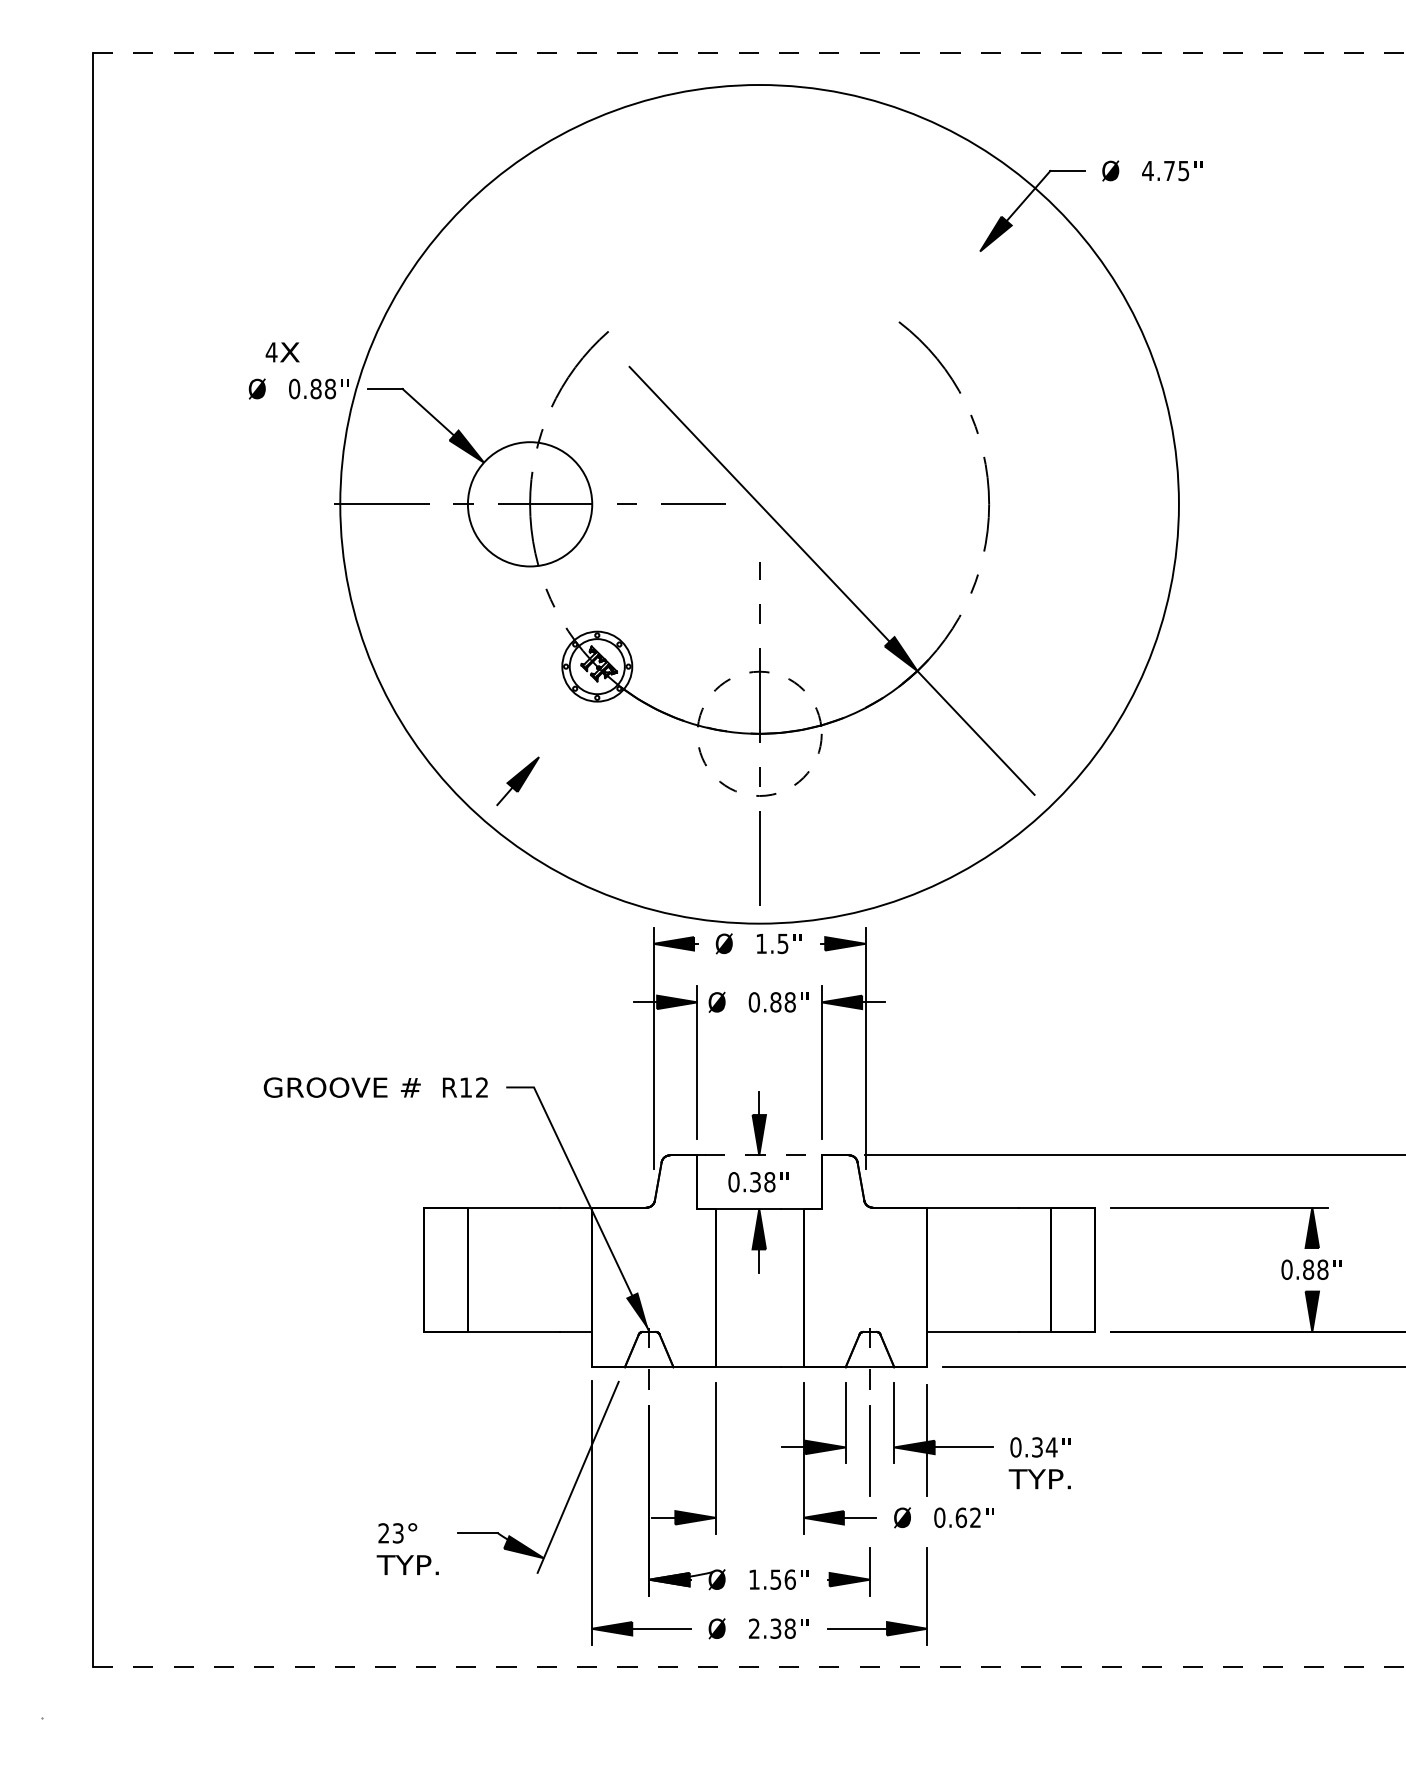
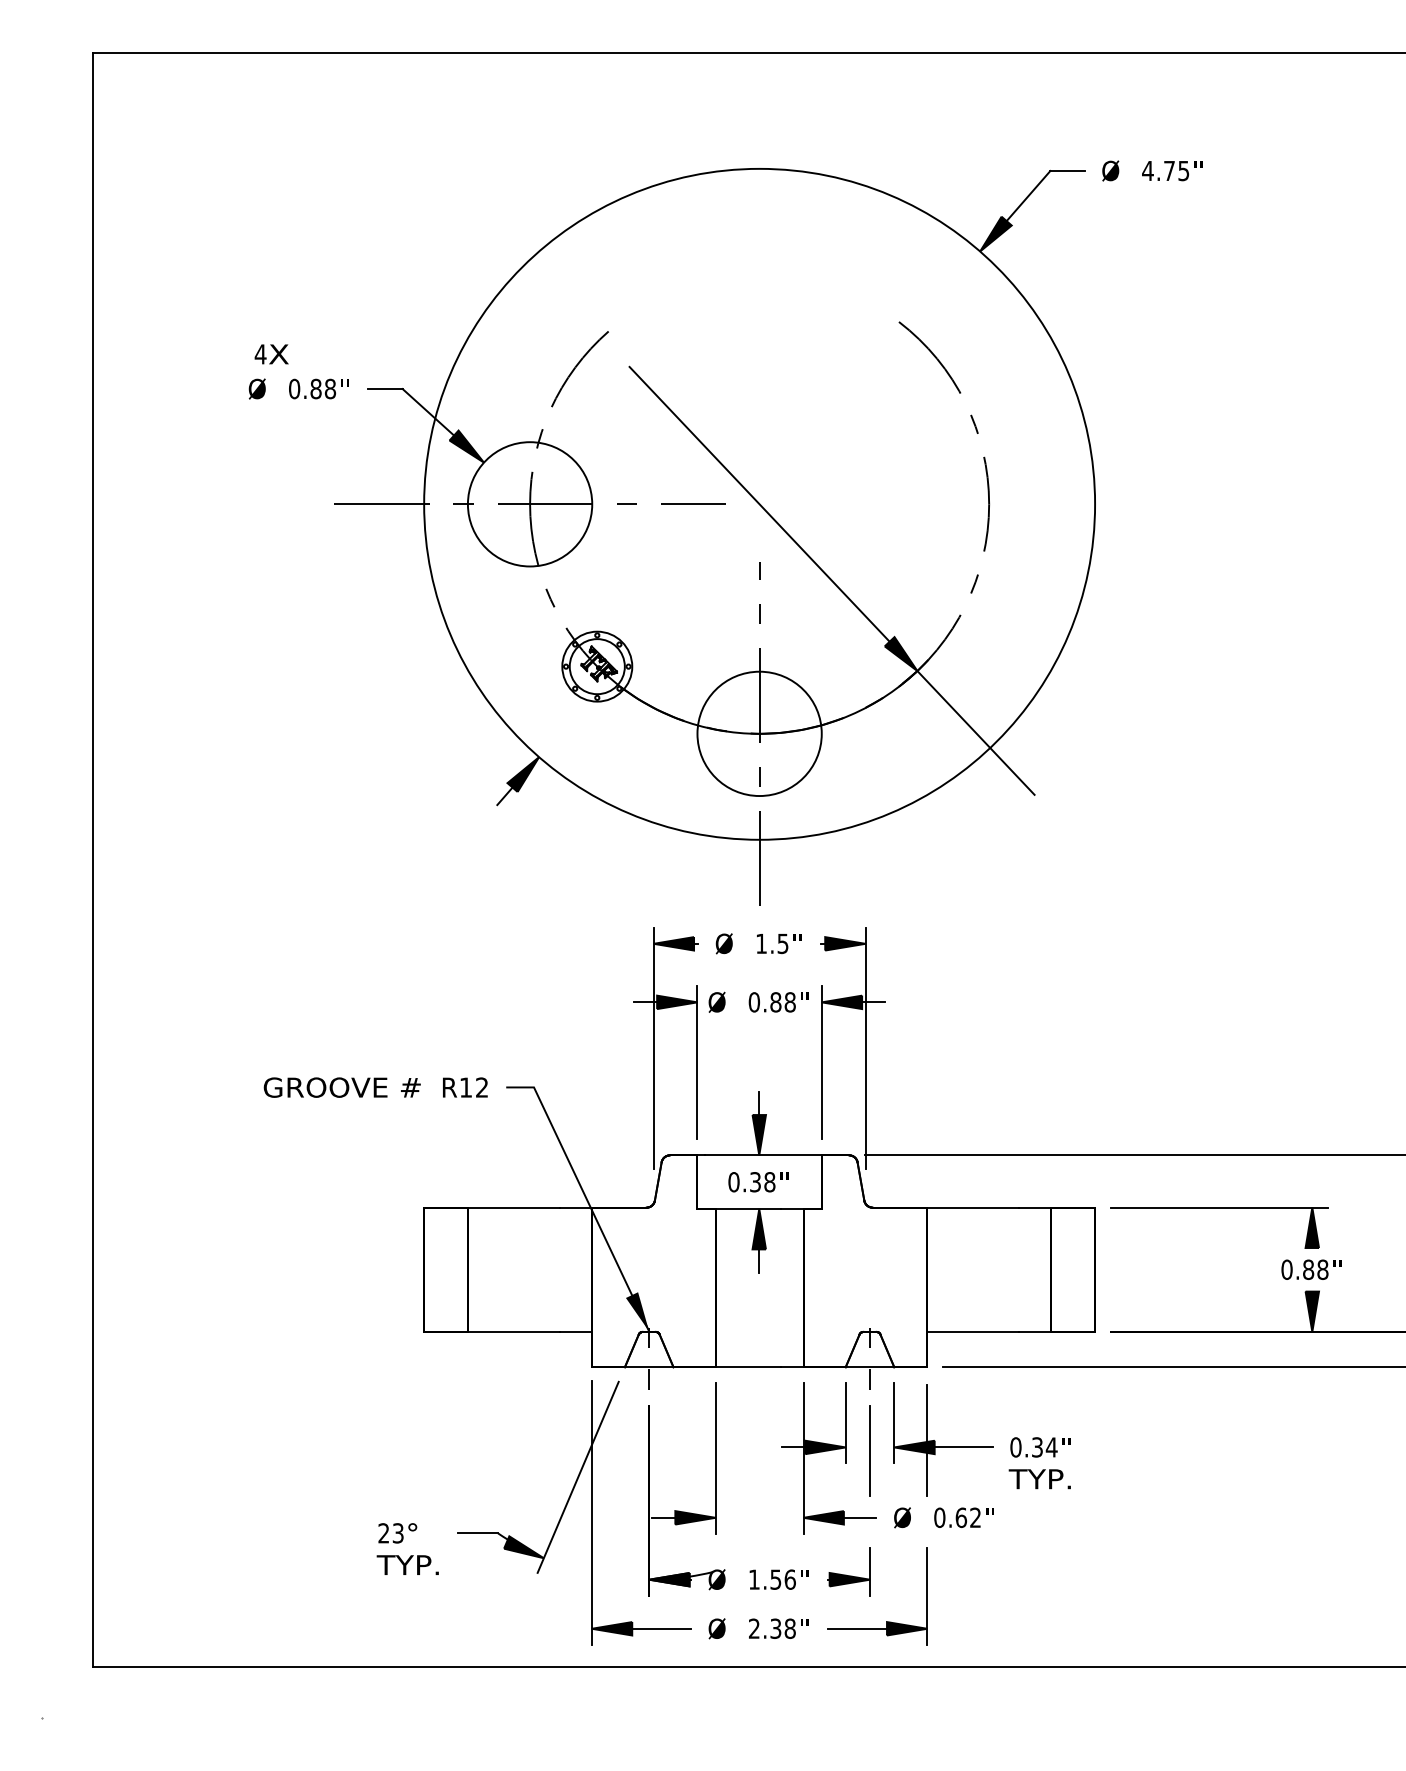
line at (749, 53): dashed -> solid
text at (282, 352) position: (282, 352) -> (271, 354)
circle at (759, 504) diameter: 839 px -> 671 px
circle at (759, 733): dashed -> solid
line at (763, 1155): dashed -> solid
line at (749, 1667): dashed -> solid
